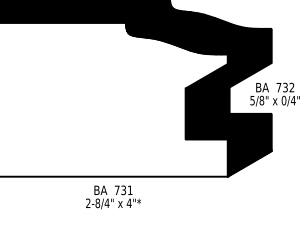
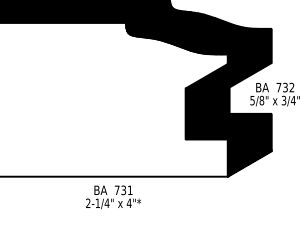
text at (283, 100): 0/4" -> 3/4"
text at (97, 203): 2-8/4" -> 2-1/4"
